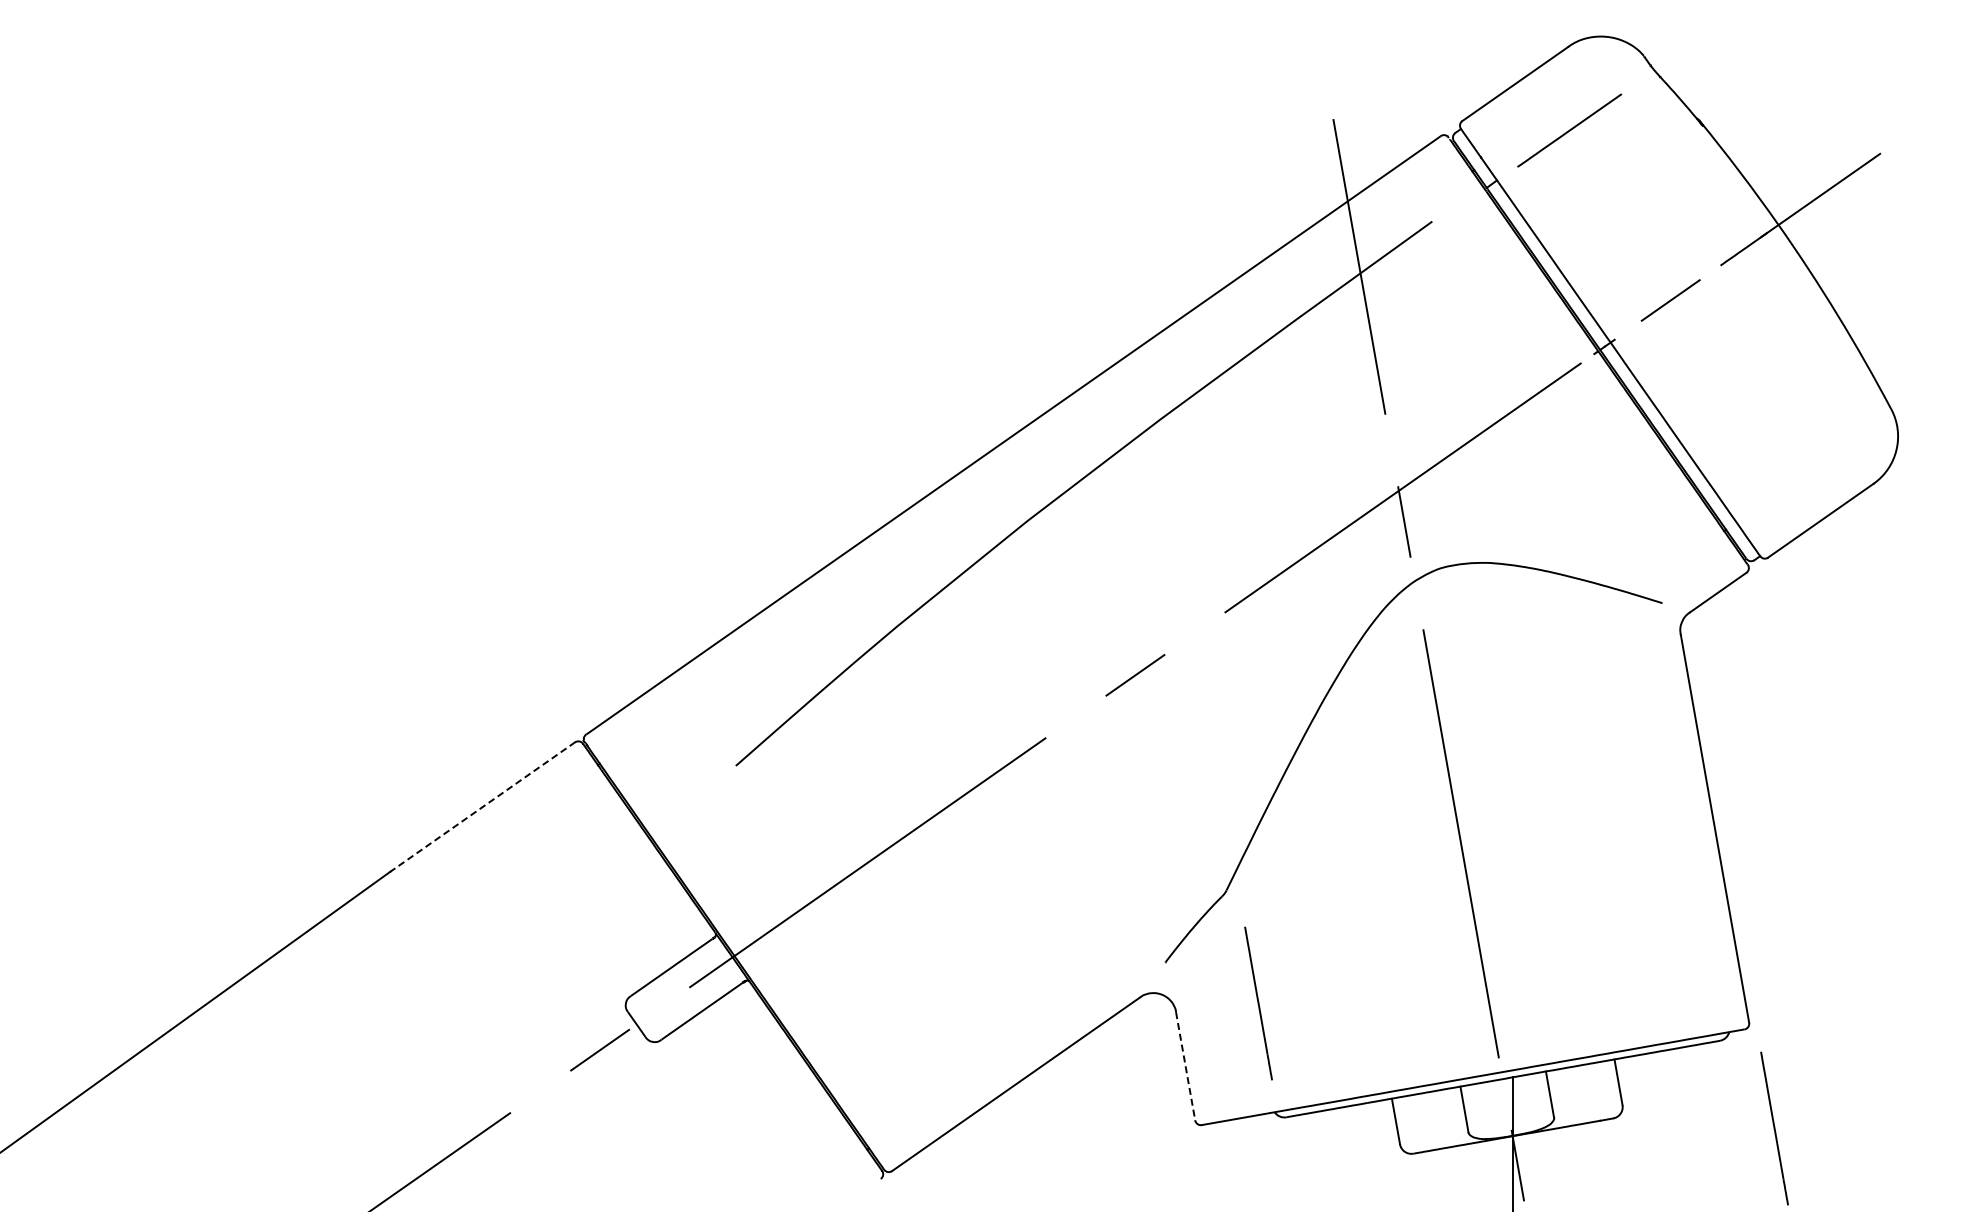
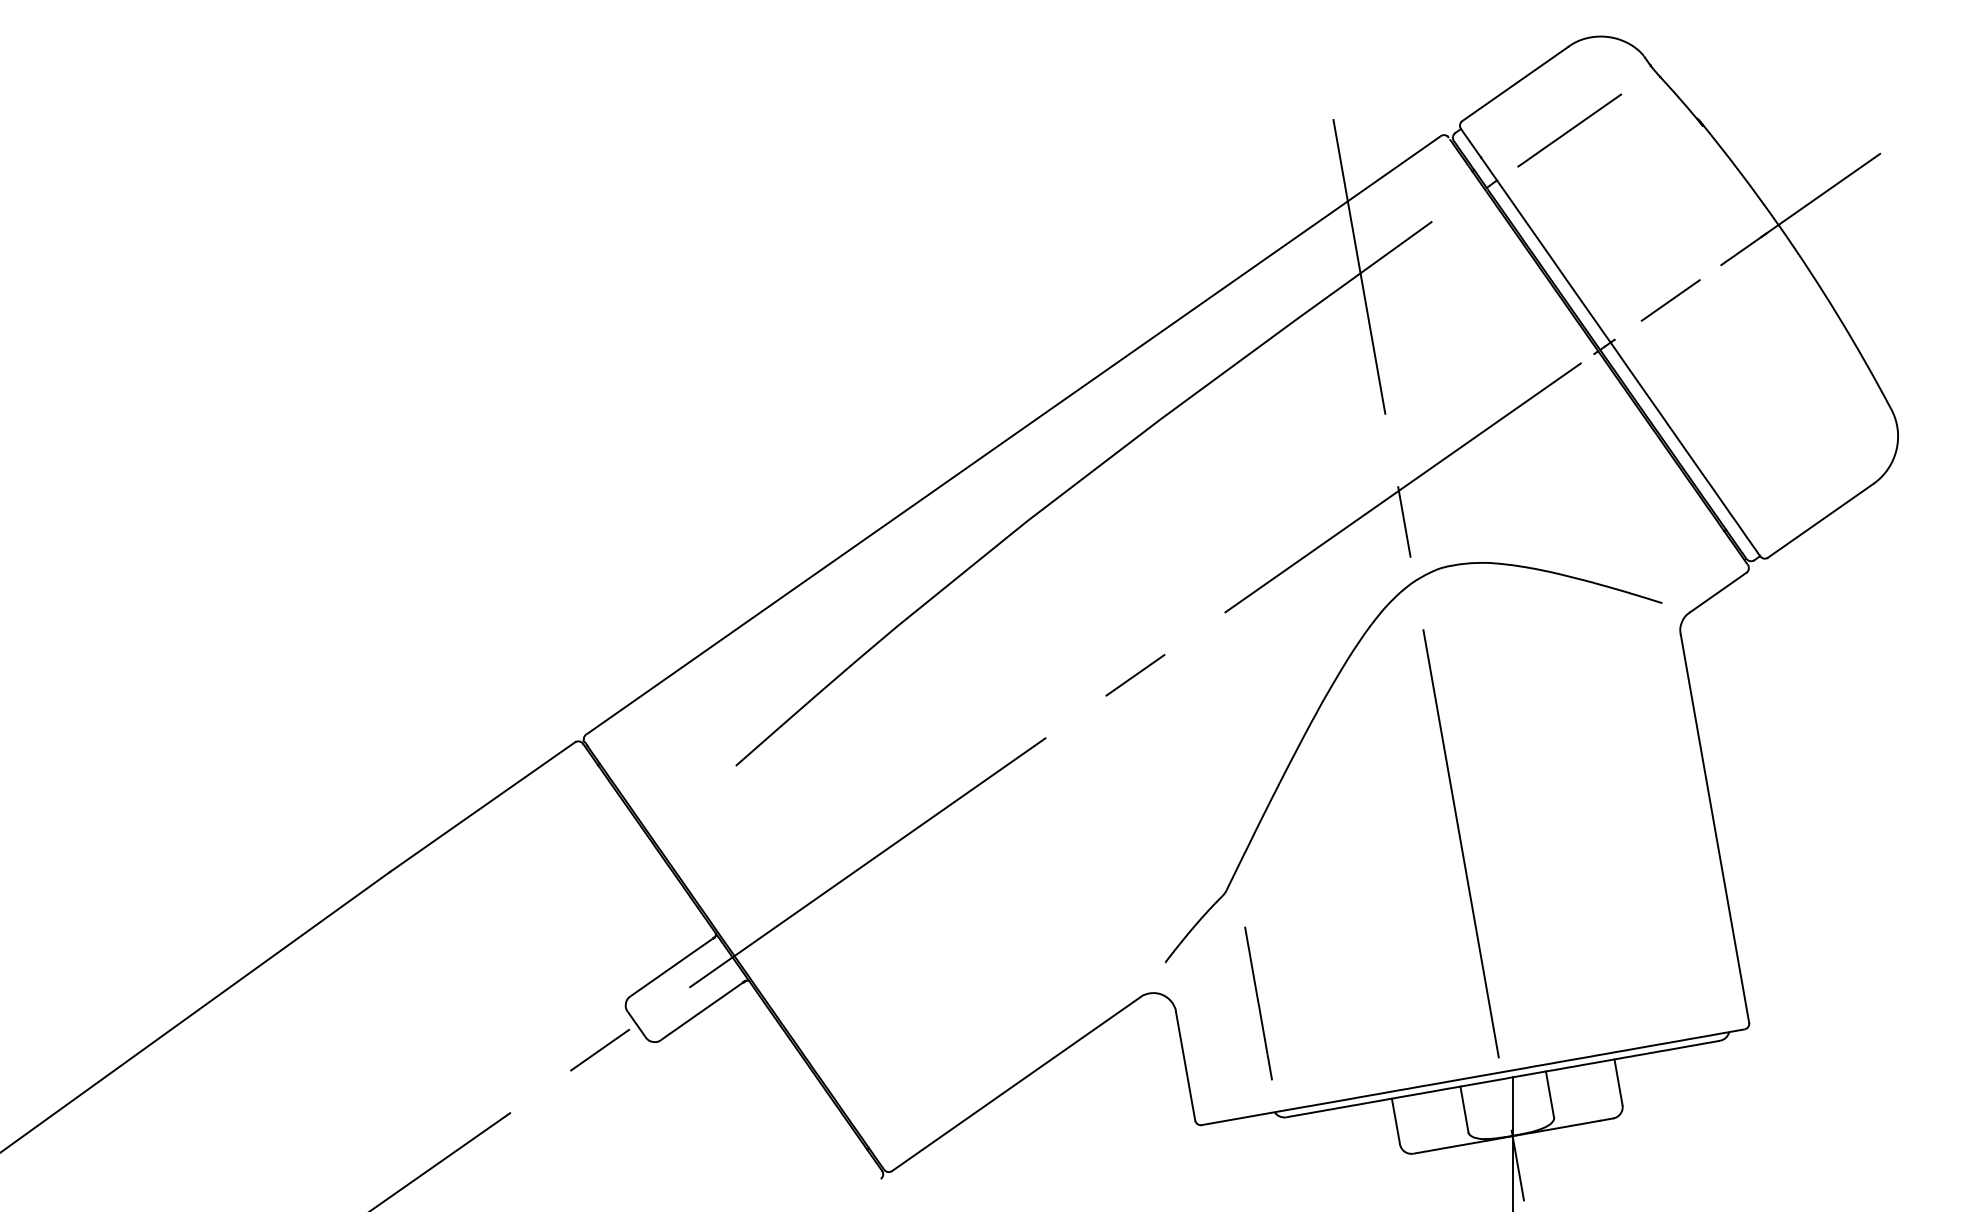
line at (482, 807): dashed -> solid
line at (1185, 1067): dashed -> solid
line at (1774, 1128): present -> none
